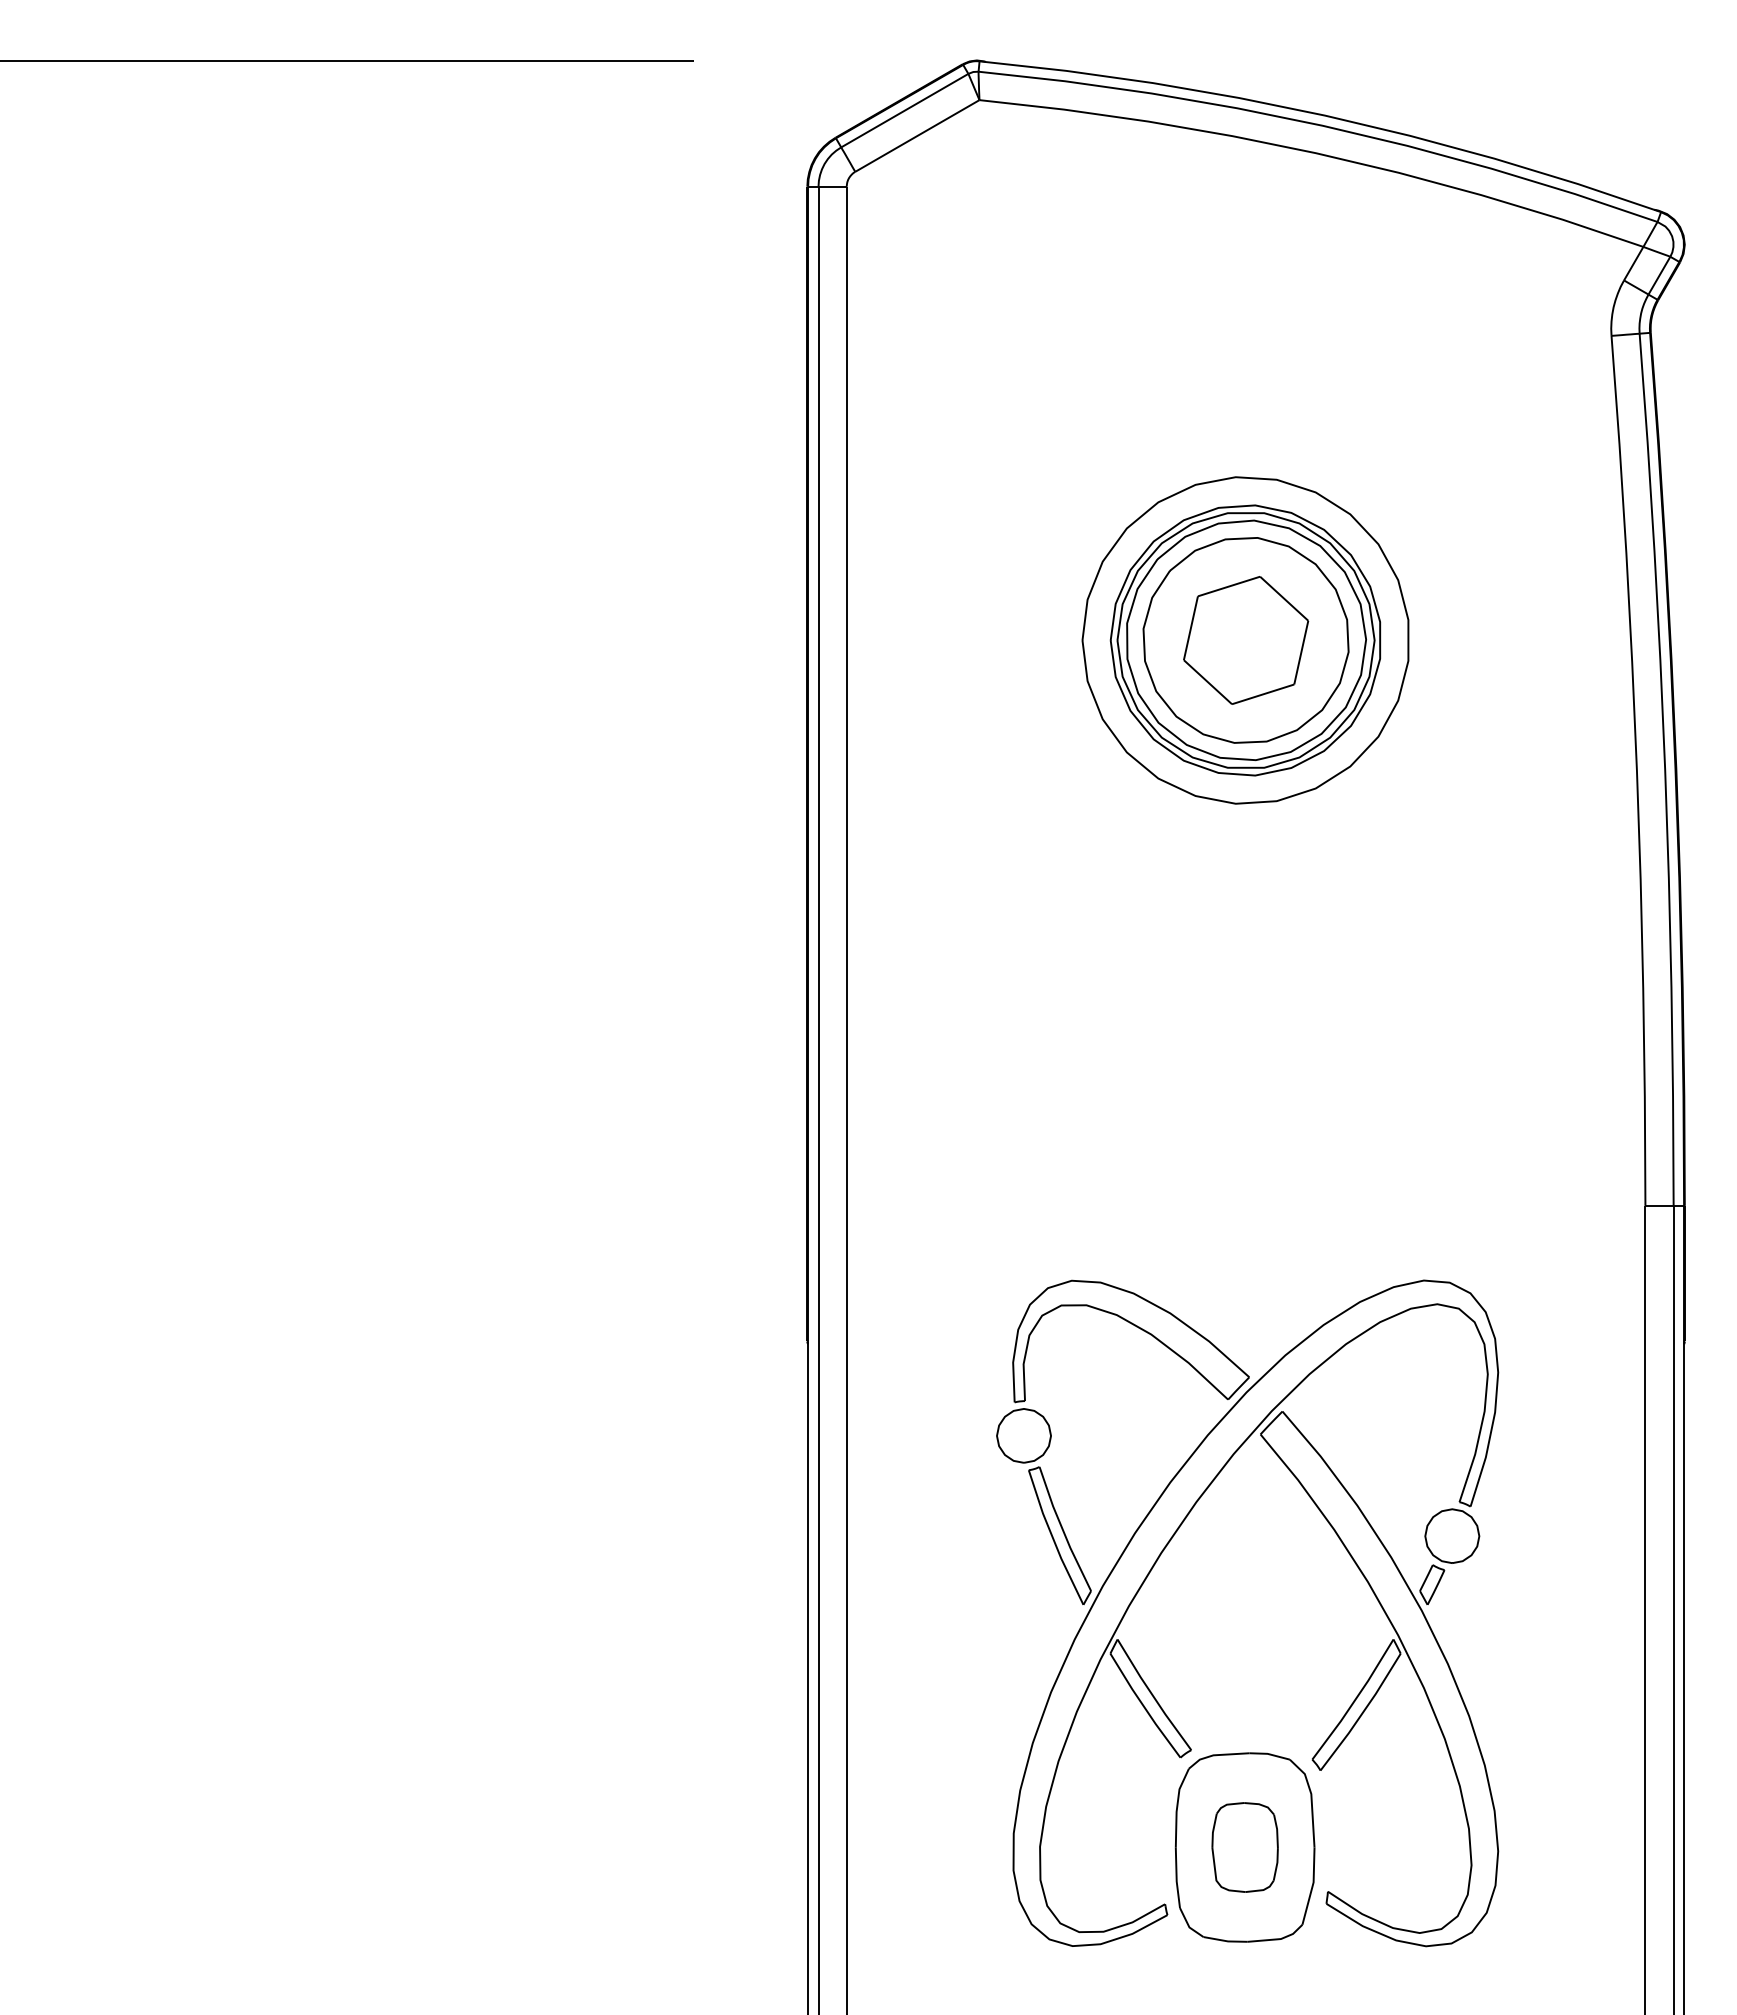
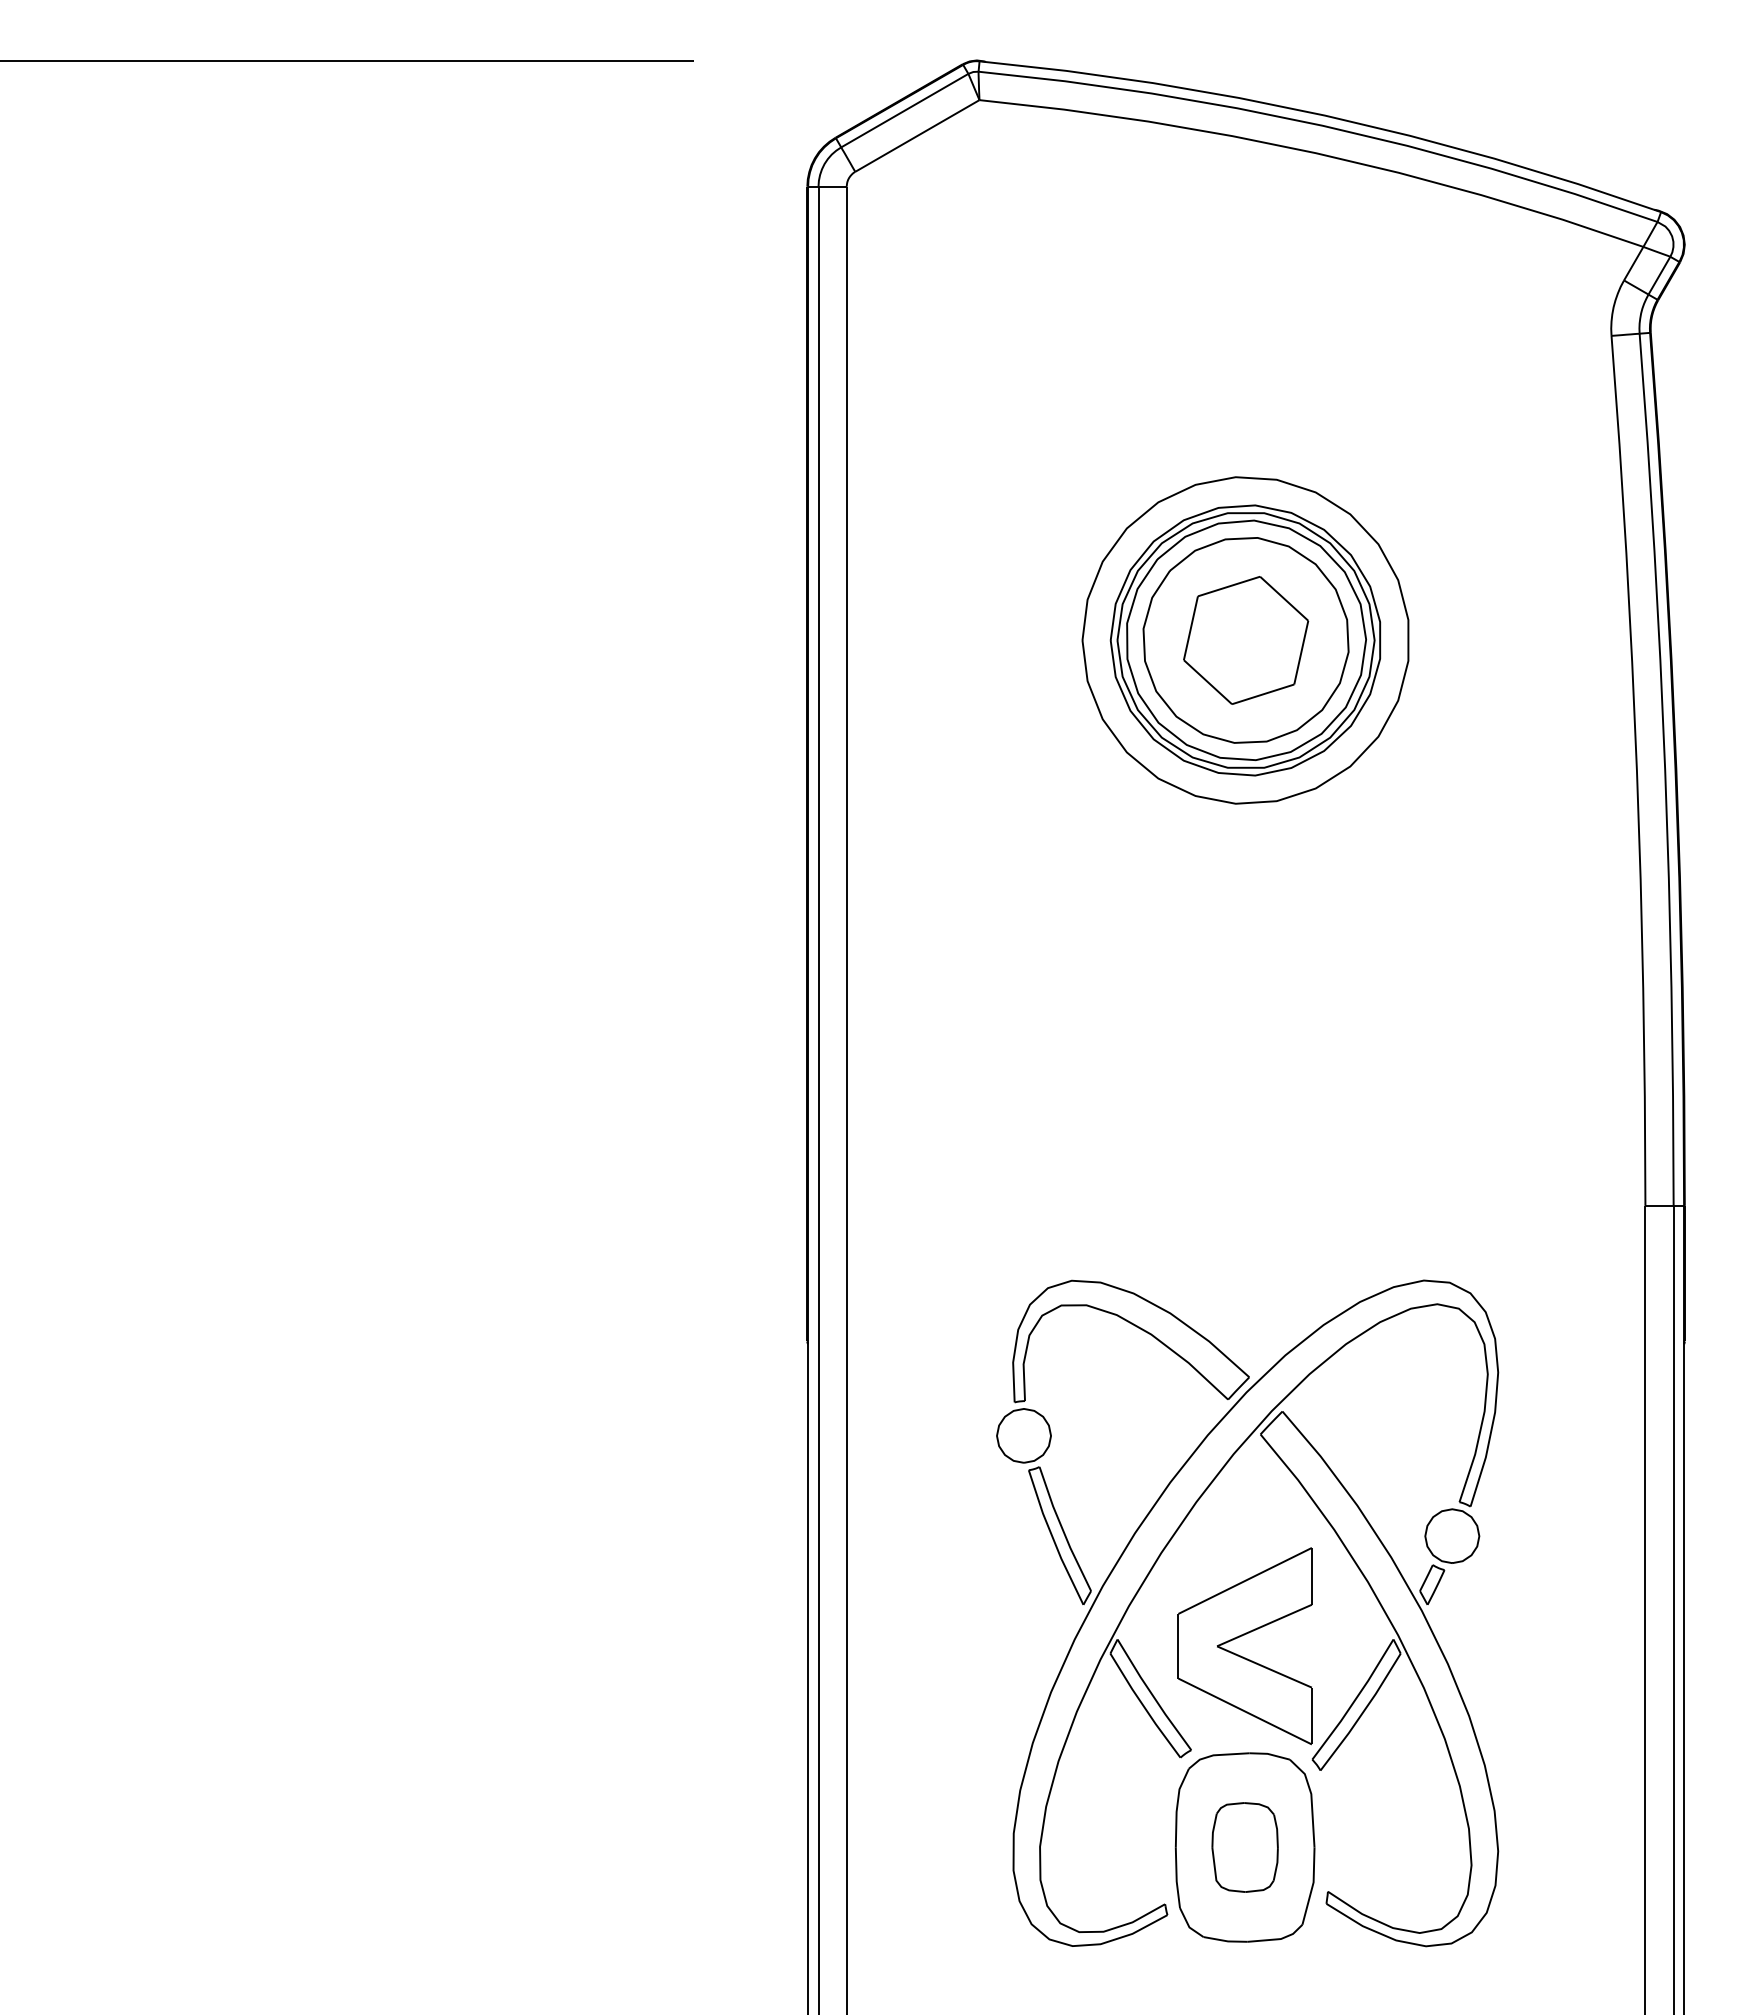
part at (1240, 1637): none -> present
